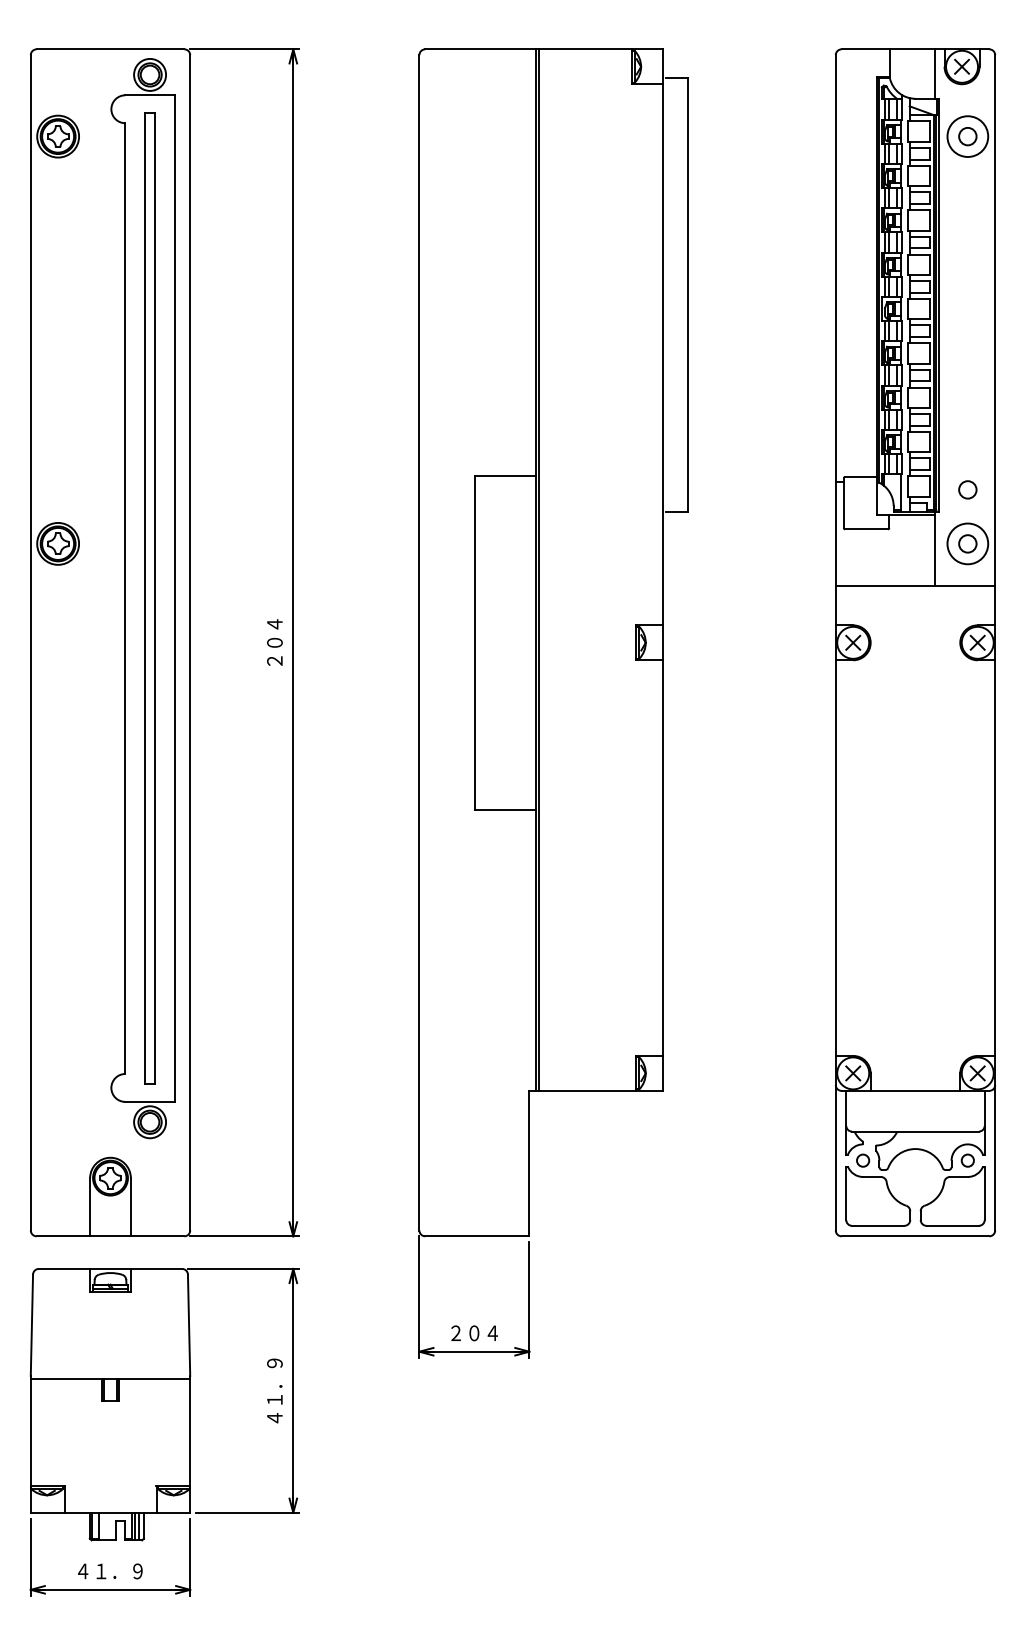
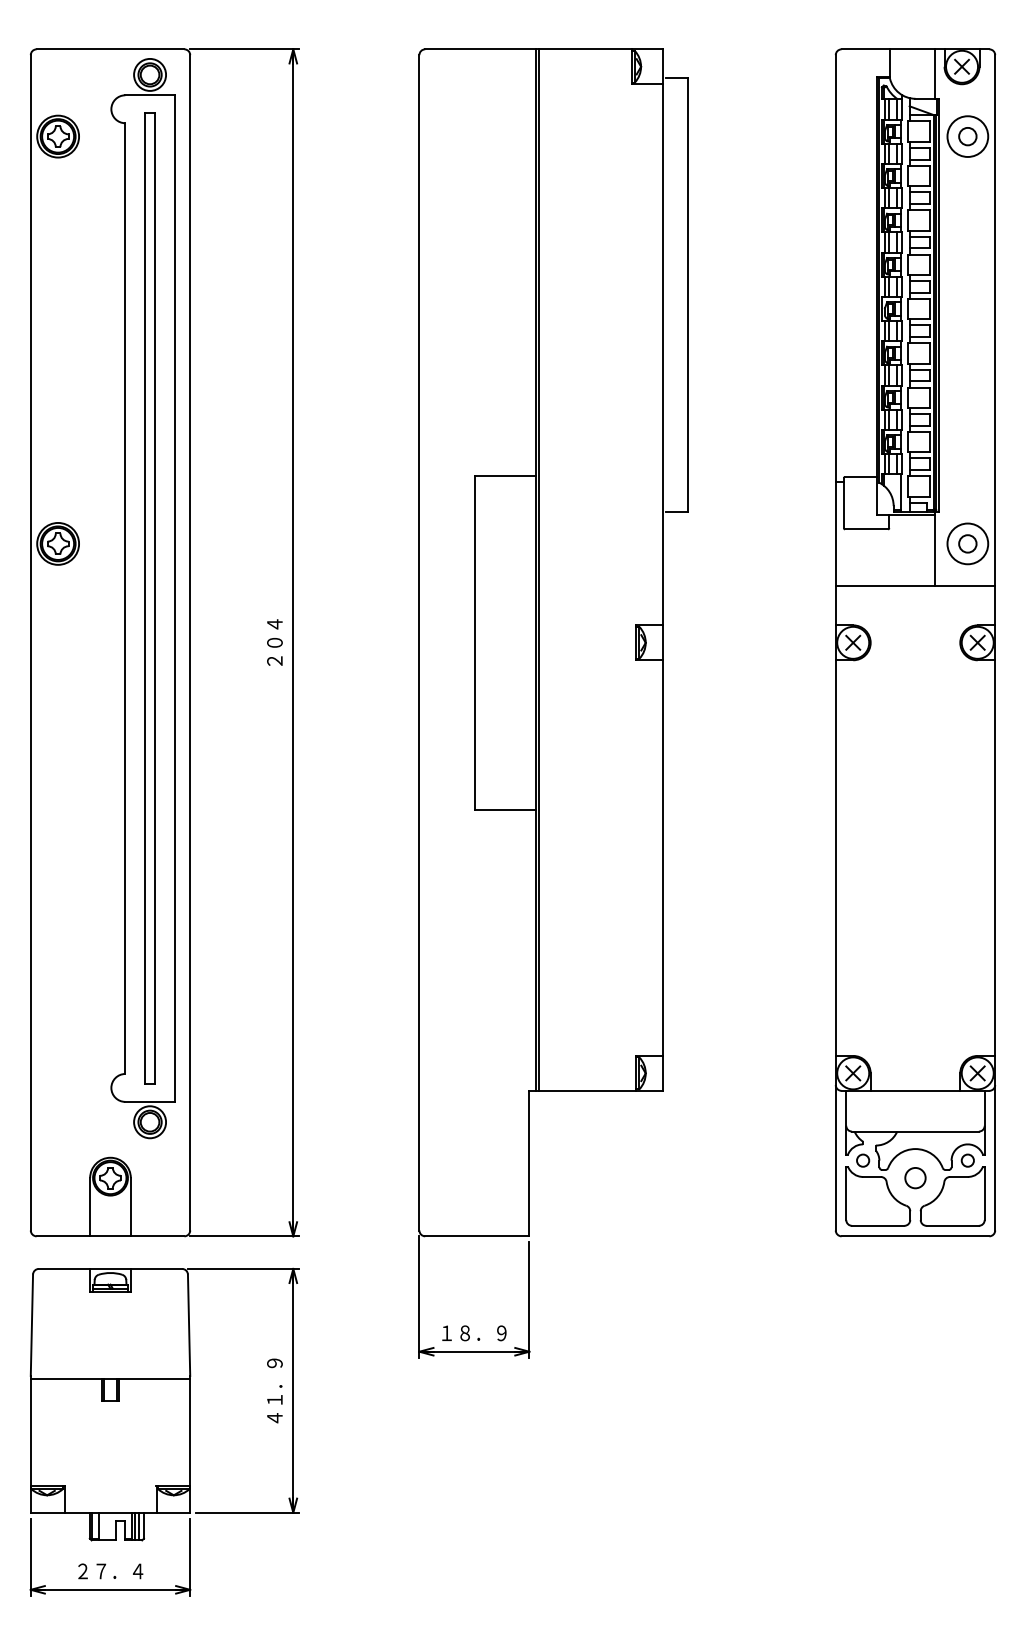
circle at (967, 489): present -> none
circle at (915, 1178): none -> present
text at (474, 1333): ２０４ -> １８．９
text at (110, 1571): ４１．９ -> ２７．４
